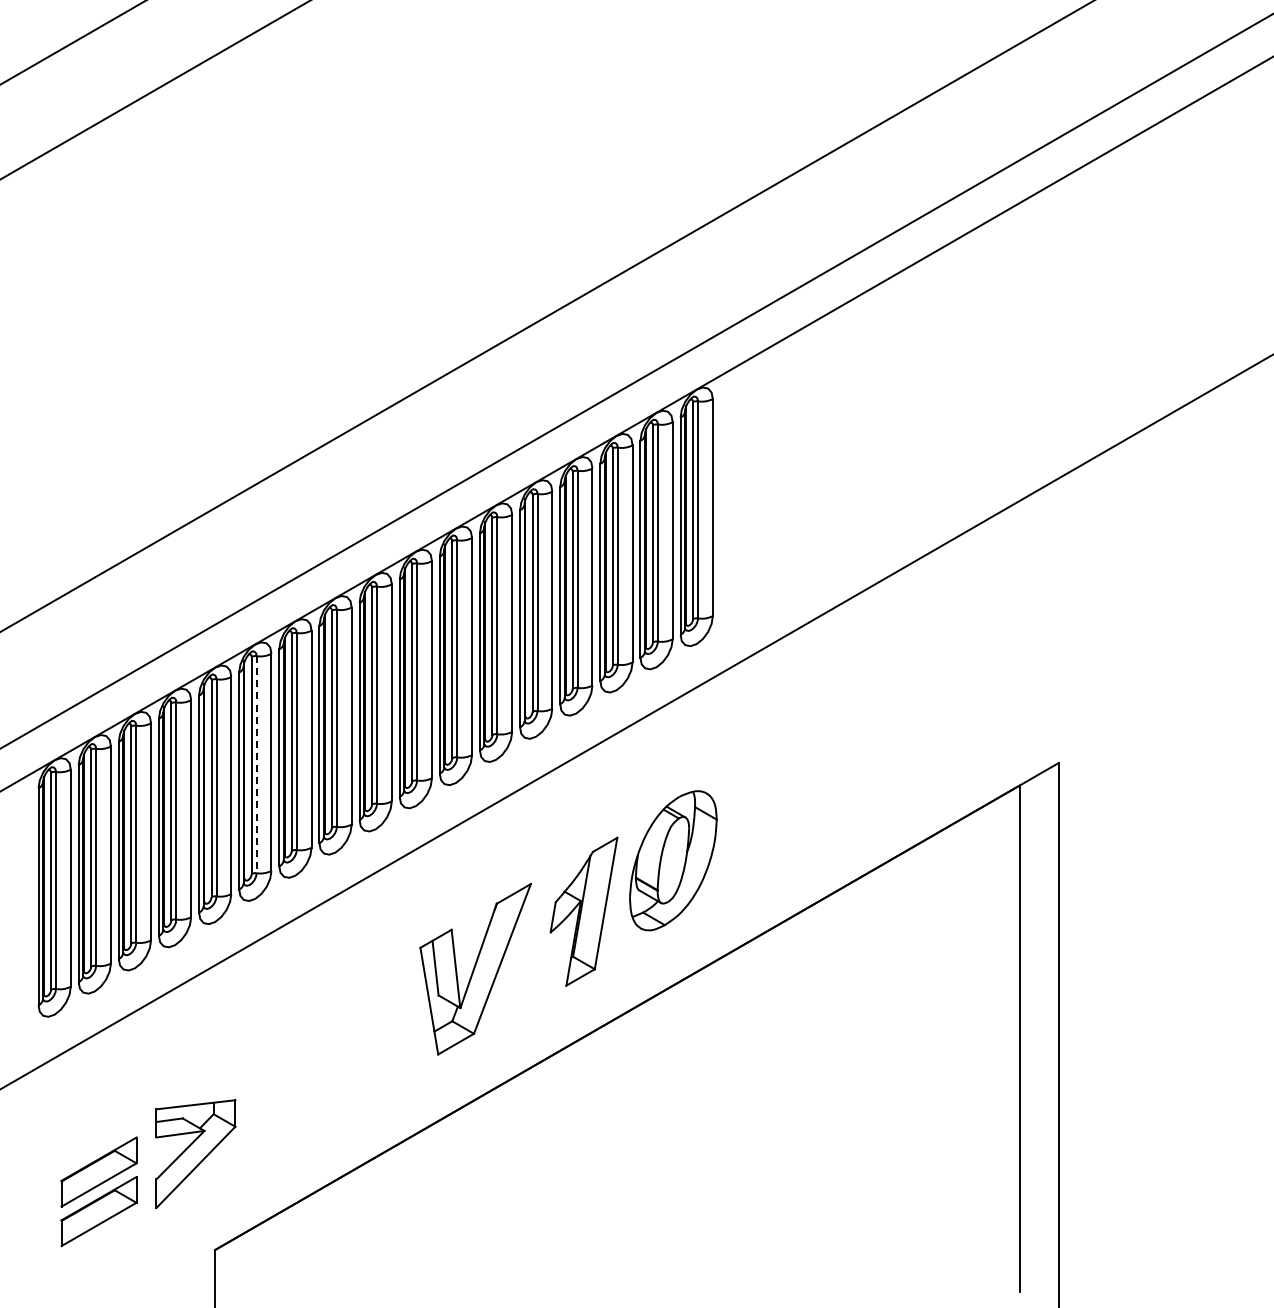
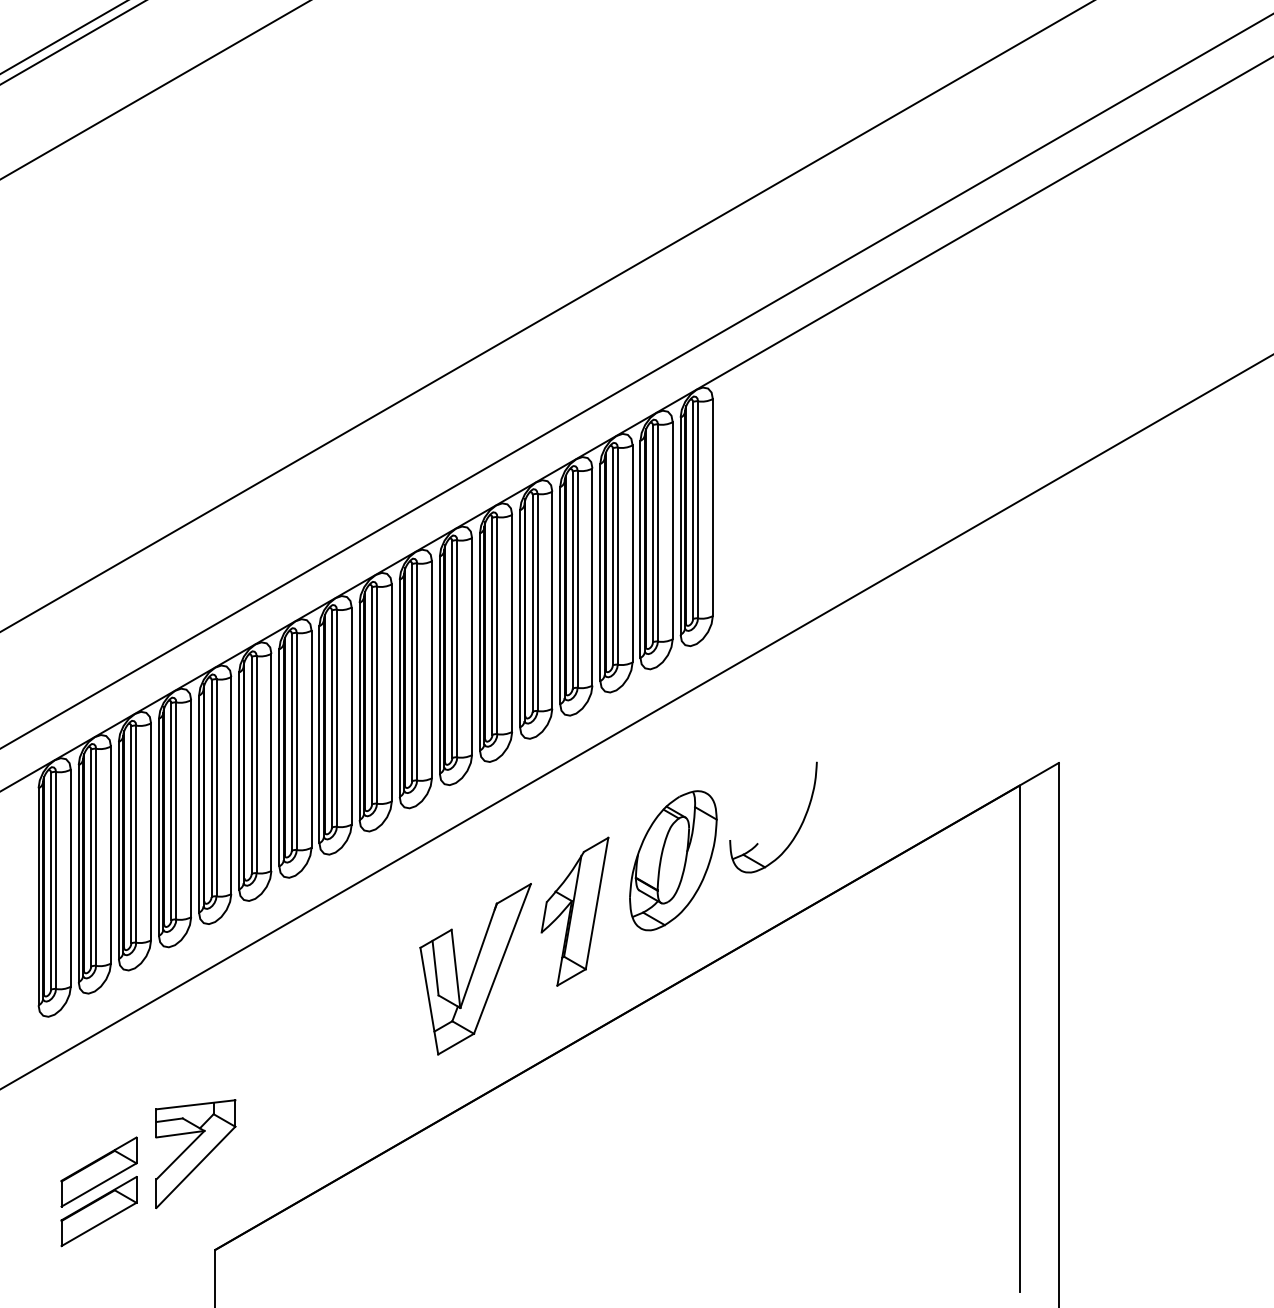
line at (63, 37): none -> present
line at (256, 764): dashed -> solid
part at (797, 830): none -> present
part at (583, 911) position: (583, 911) -> (574, 911)
